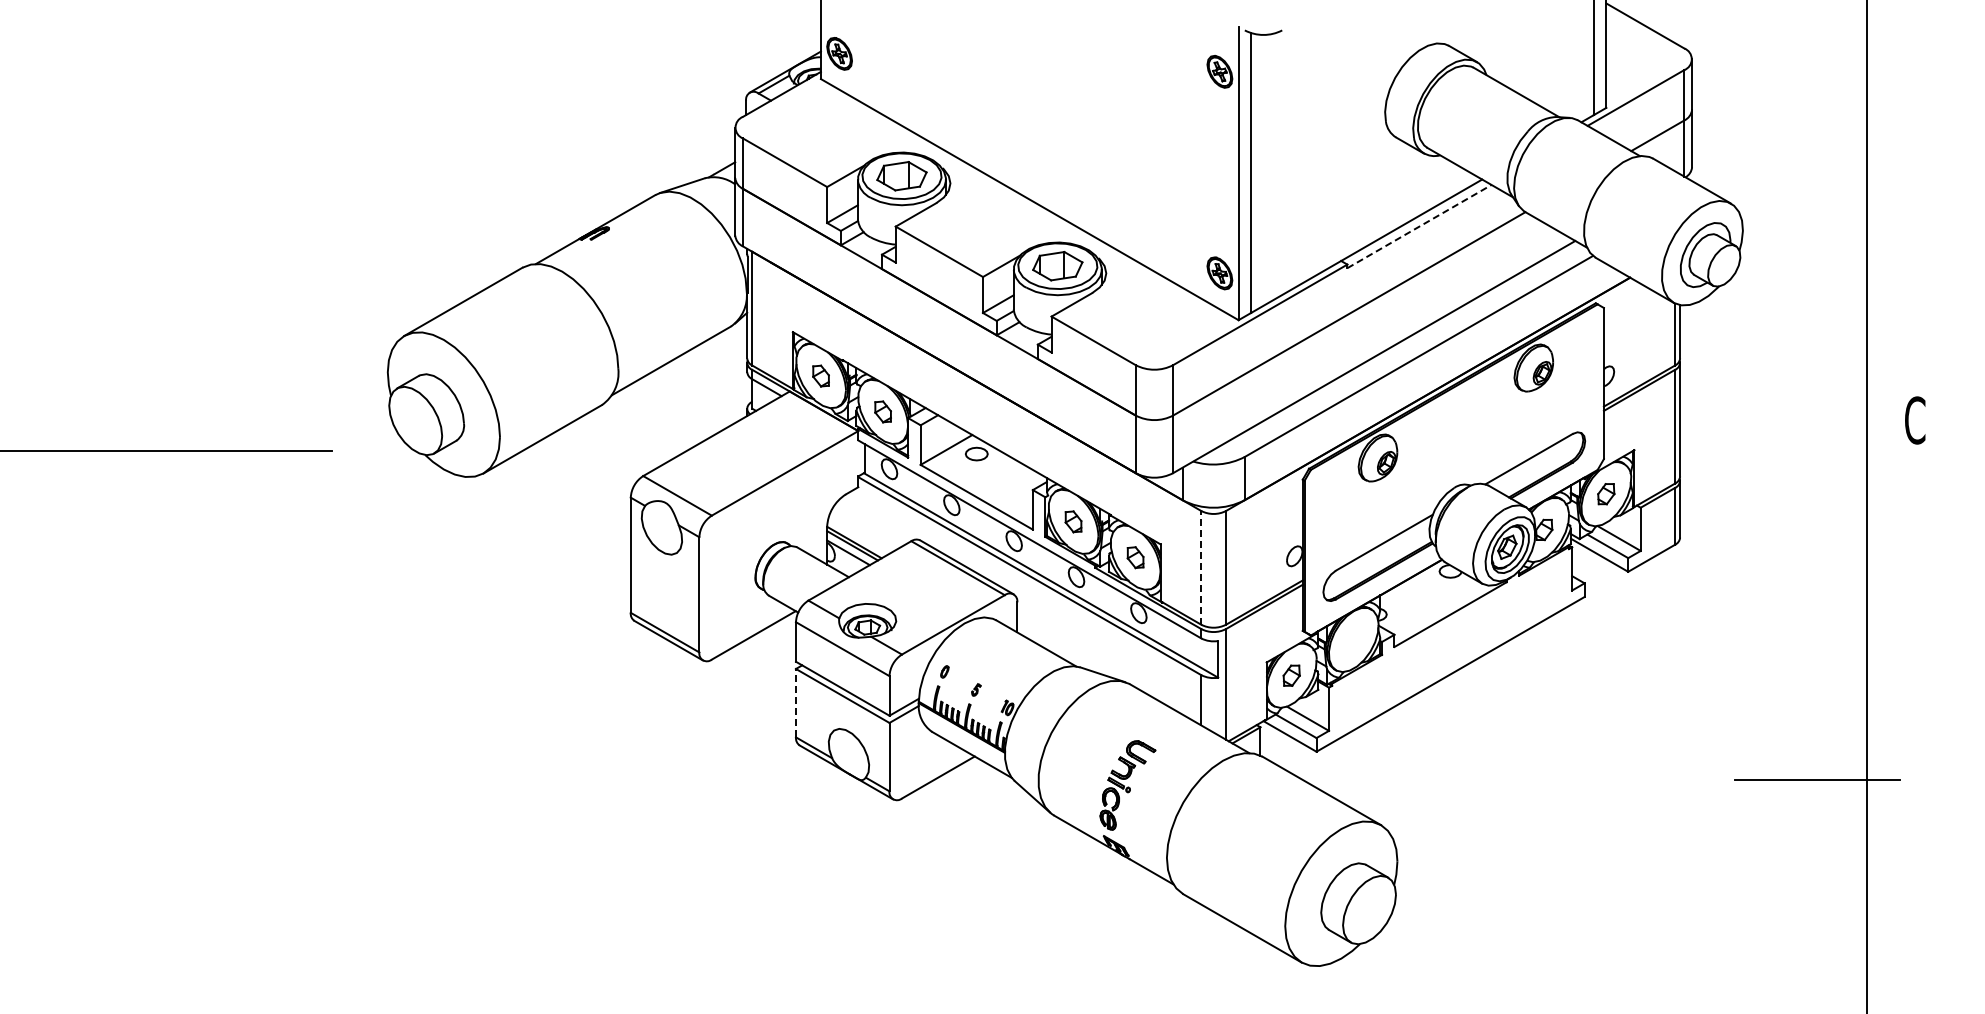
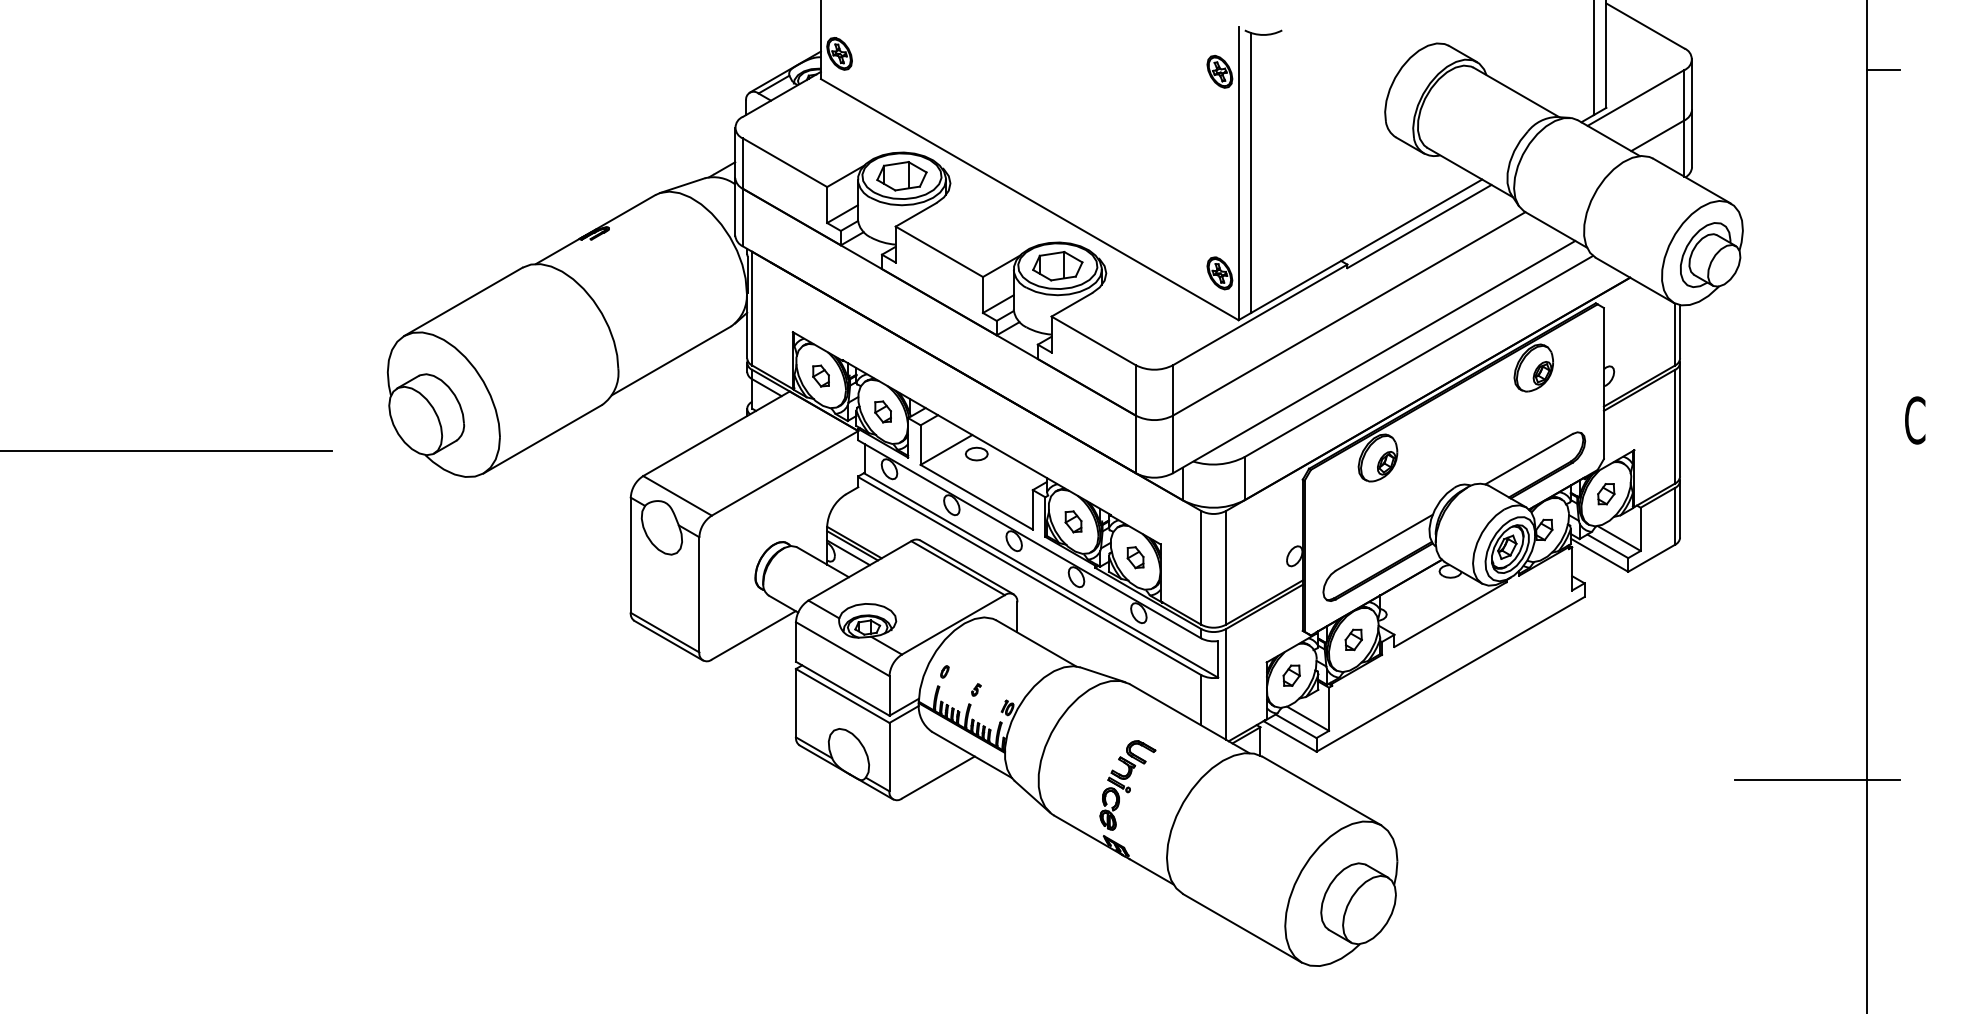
line at (1882, 69): none -> present
line at (1419, 226): dashed -> solid
line at (1201, 567): dashed -> solid
part at (1353, 639): none -> present
line at (796, 702): dashed -> solid
